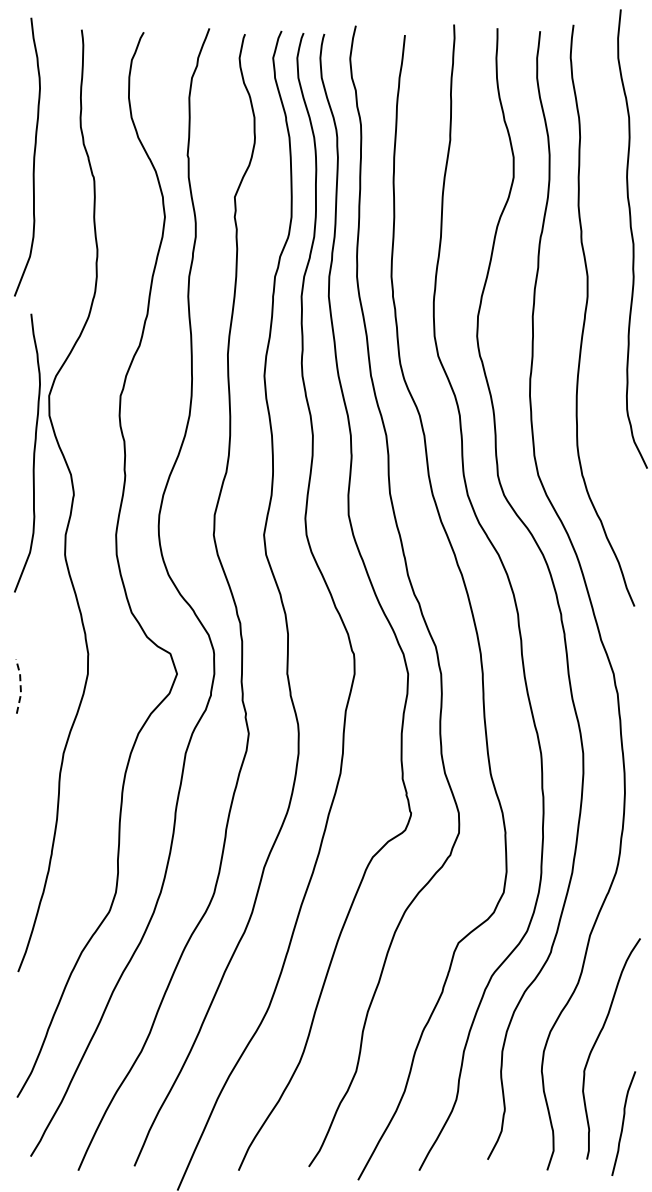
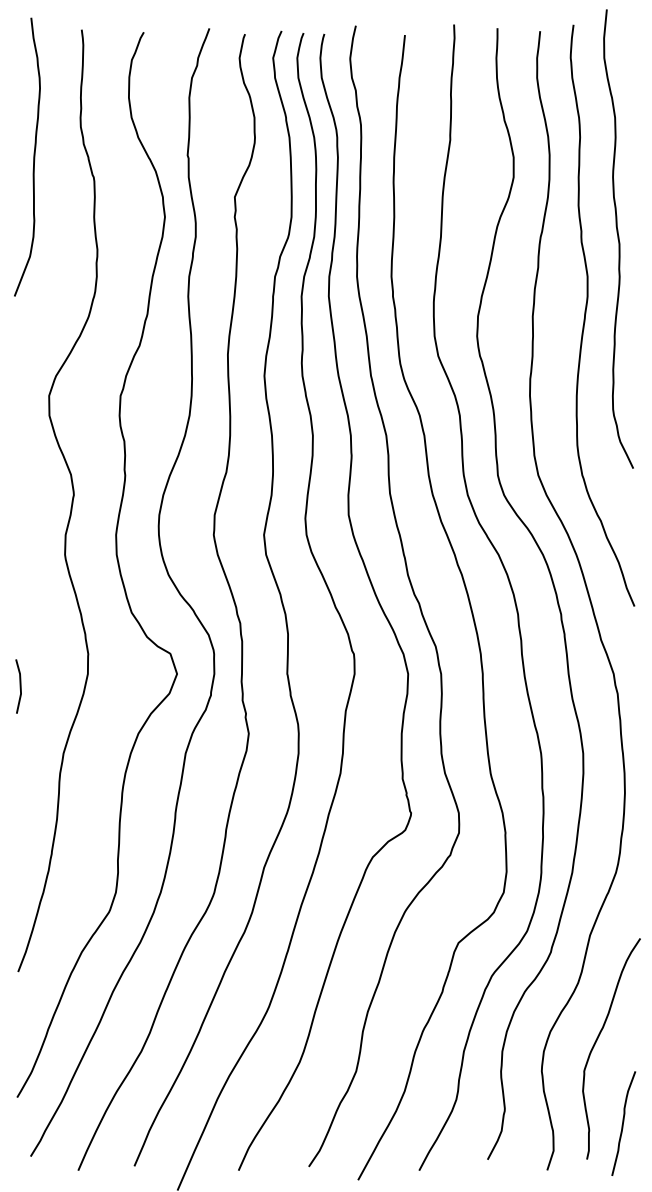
curve at (632, 238) position: (632, 238) -> (618, 238)
curve at (33, 452): present -> none
line at (20, 685): dashed -> solid
